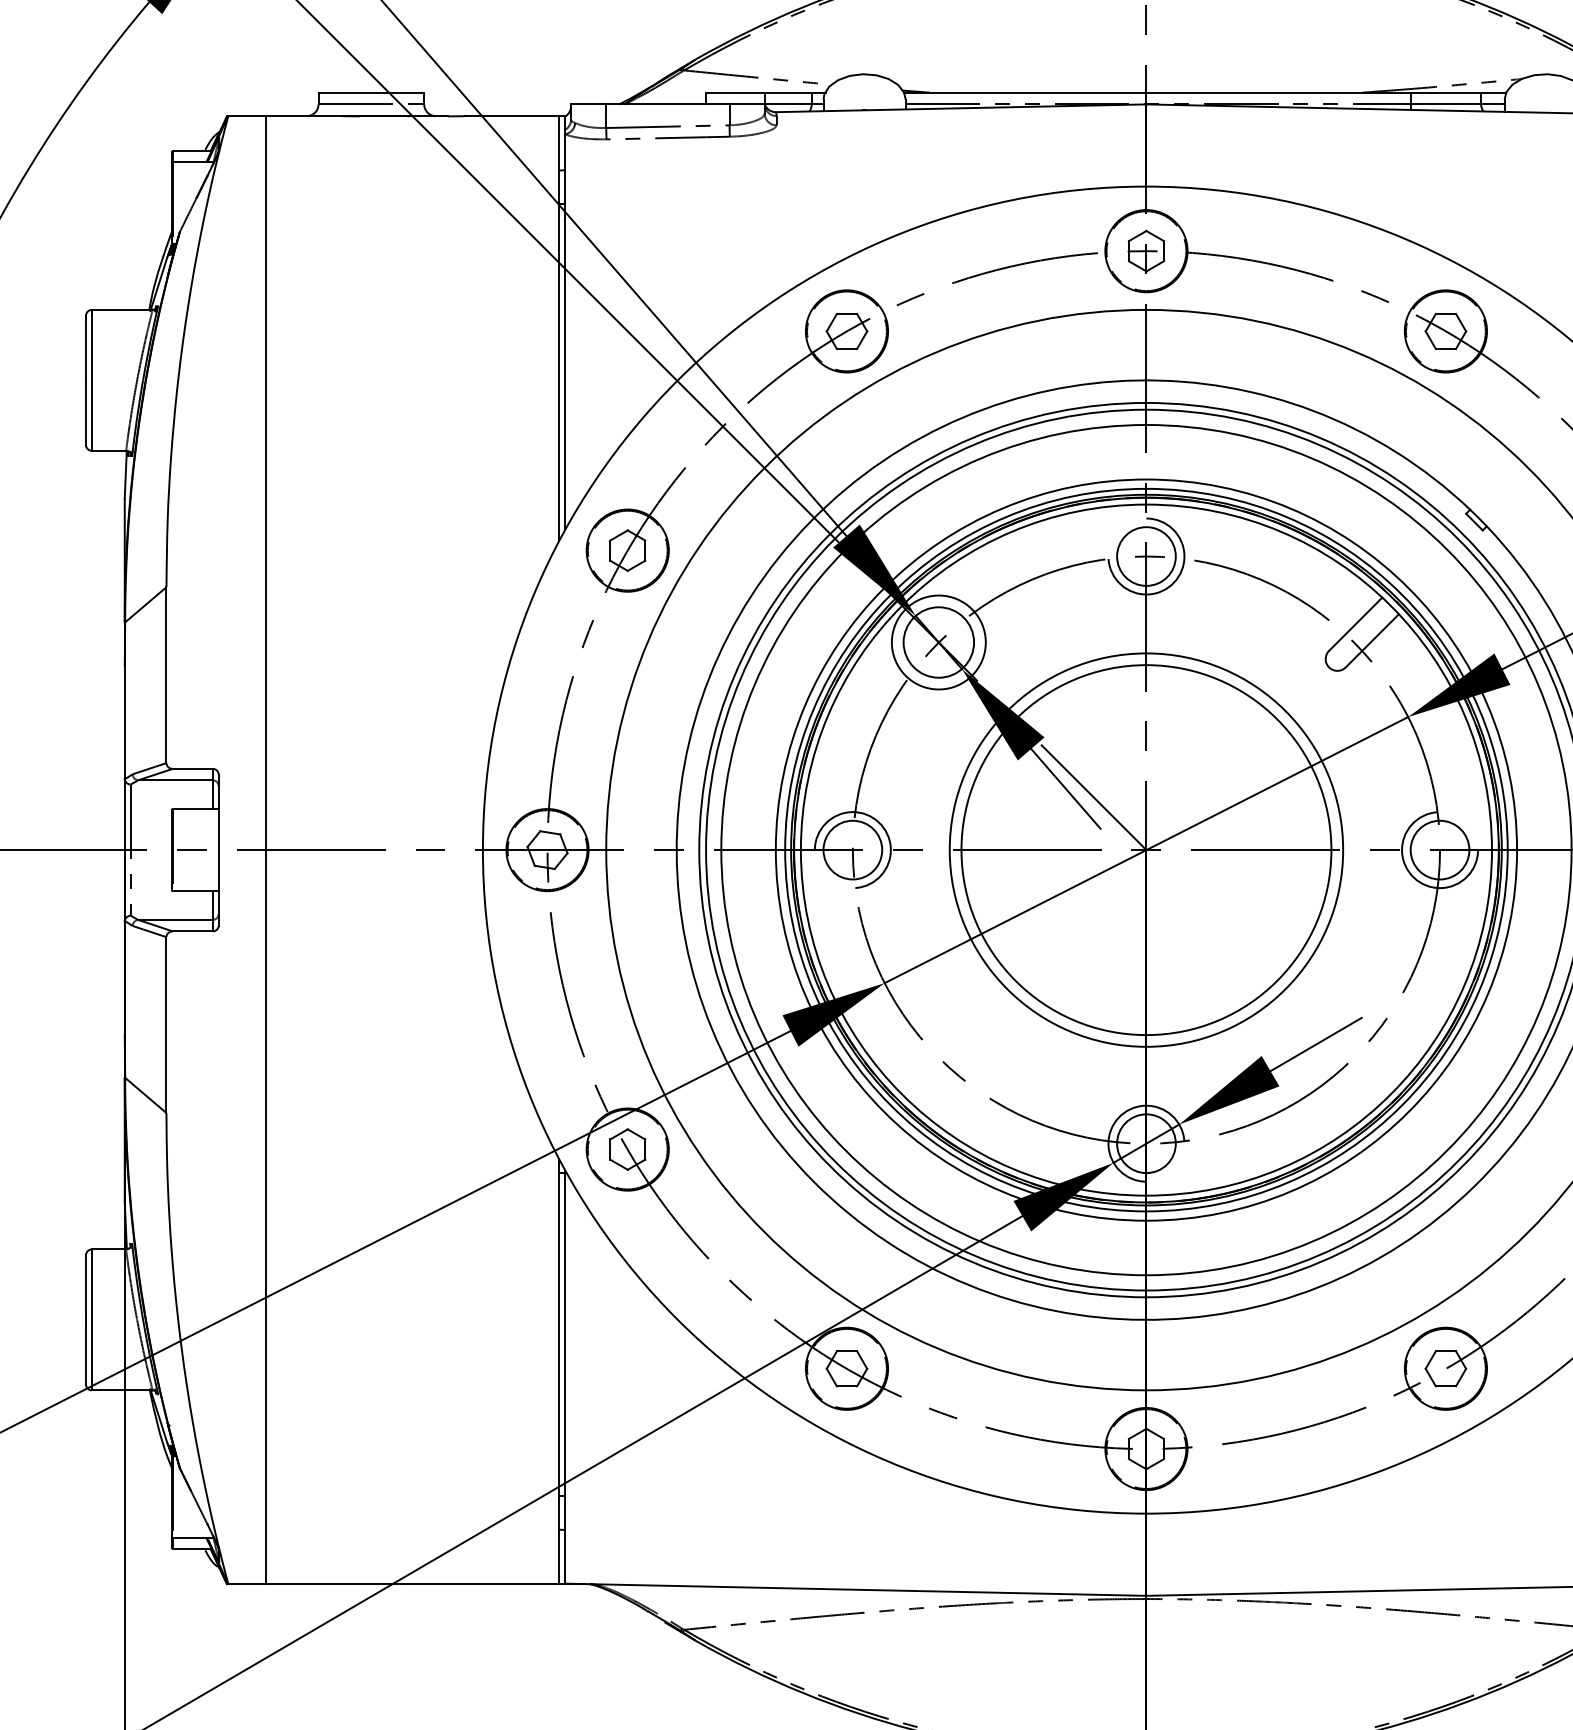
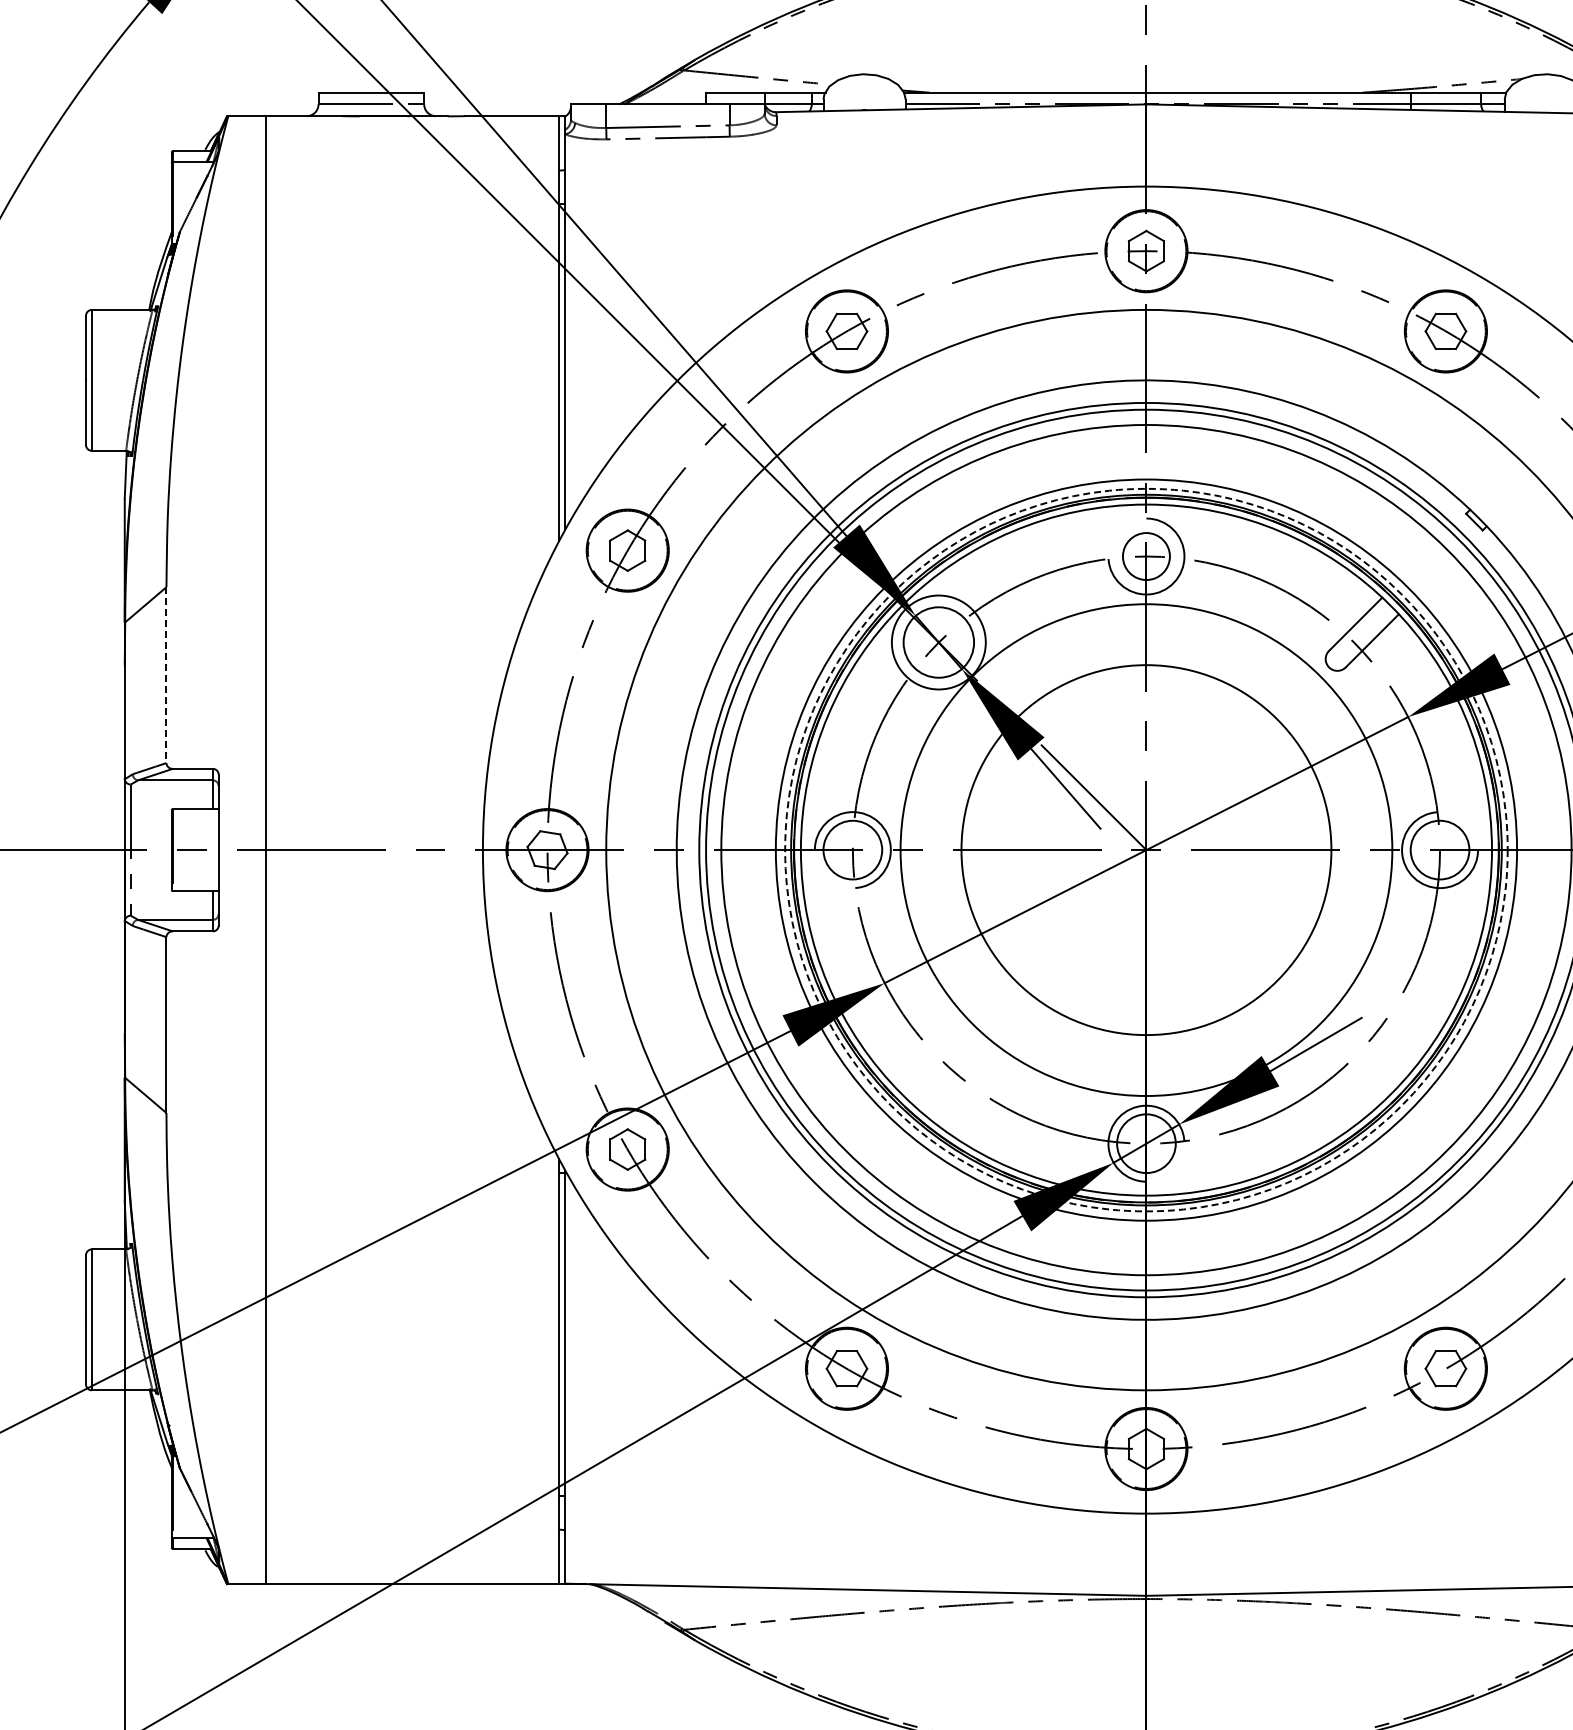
circle at (1146, 556) diameter: 59 px -> 47 px
line at (166, 675): solid -> dashed
circle at (1146, 849) diameter: 393 px -> 492 px
circle at (1146, 849): solid -> dashed
